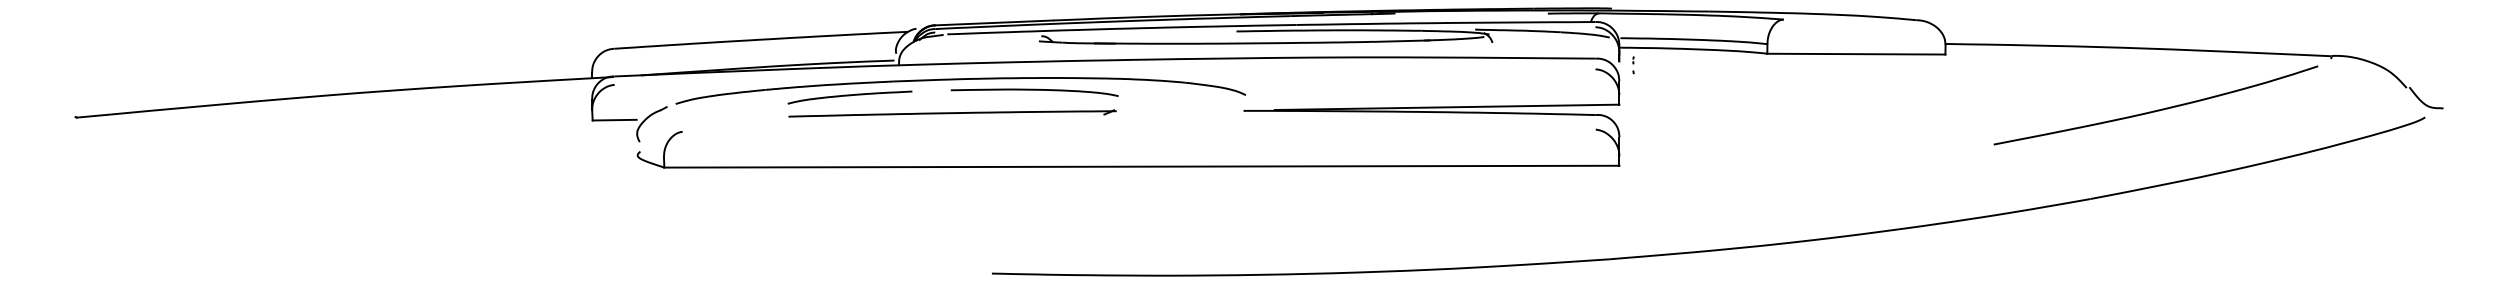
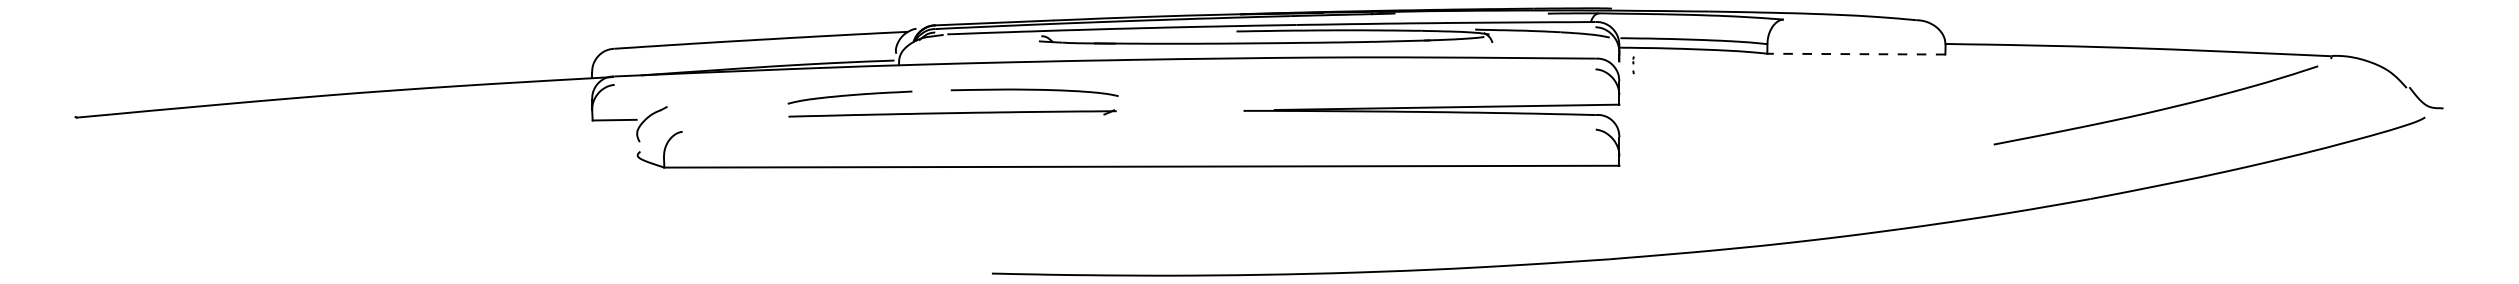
line at (1855, 54): solid -> dashed
part at (960, 80): present -> none
